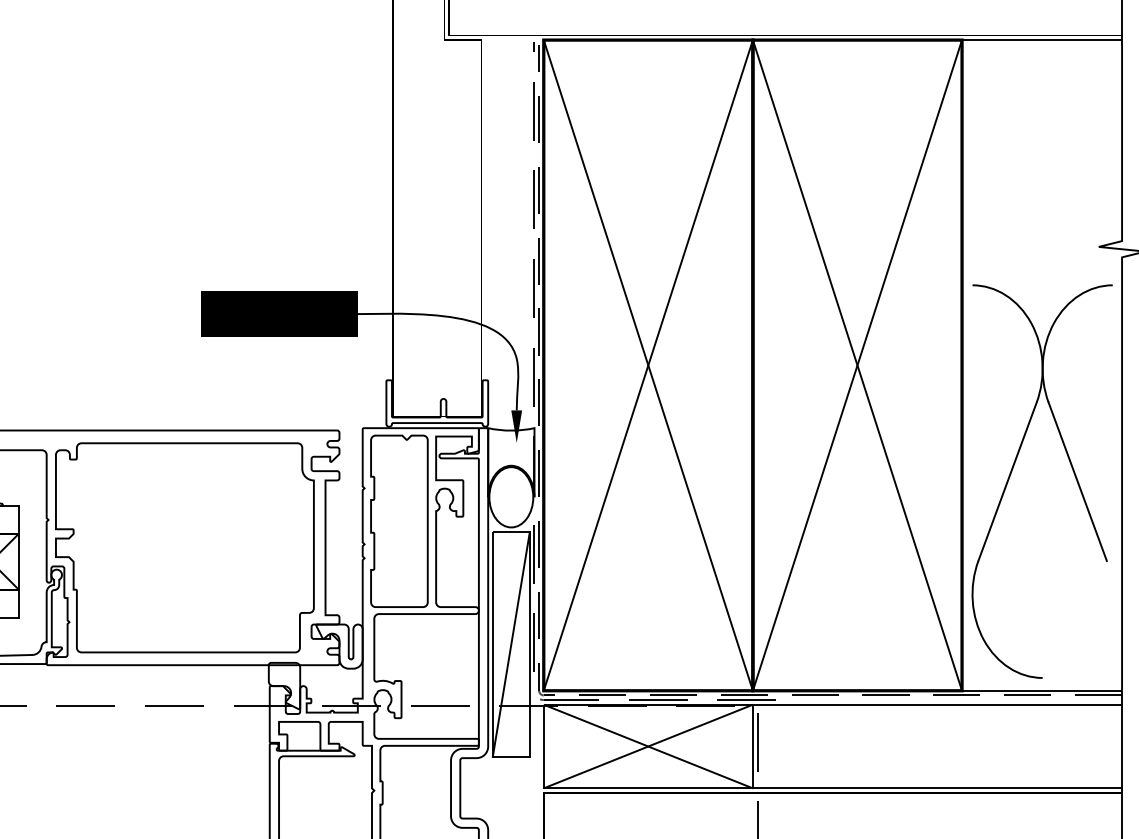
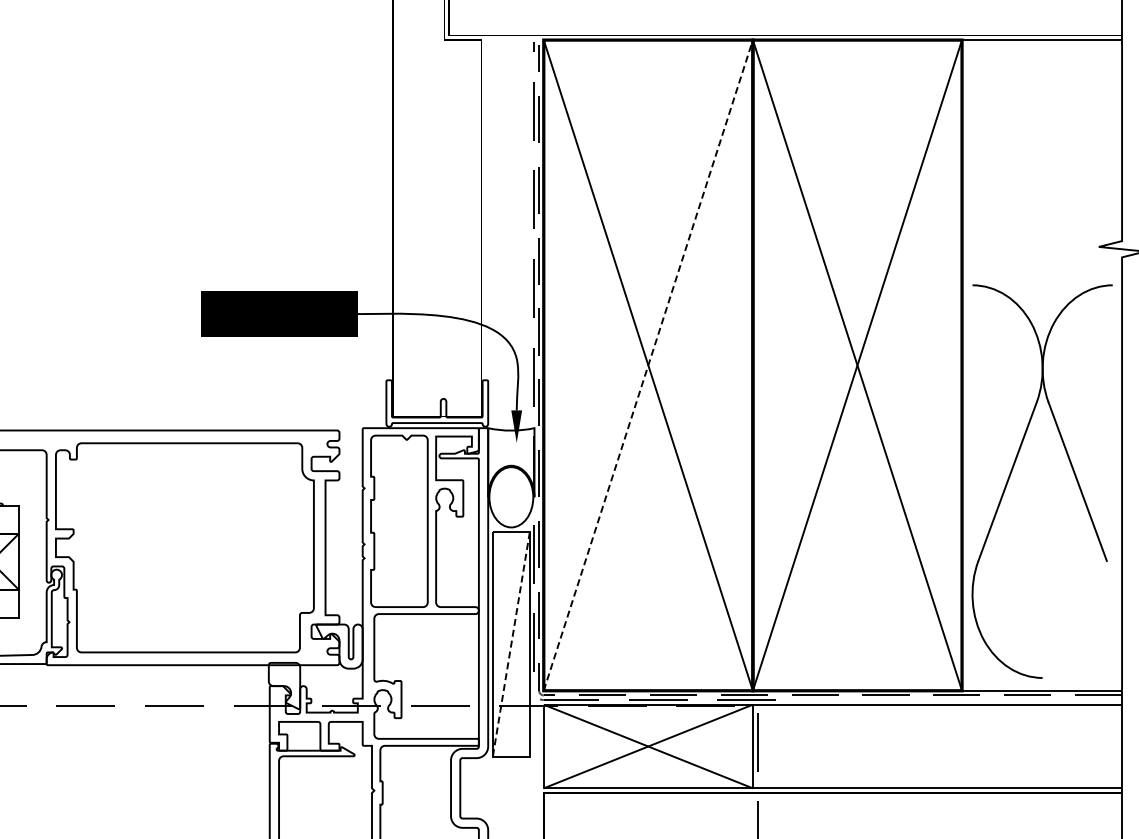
line at (648, 365): solid -> dashed
line at (511, 644): solid -> dashed
